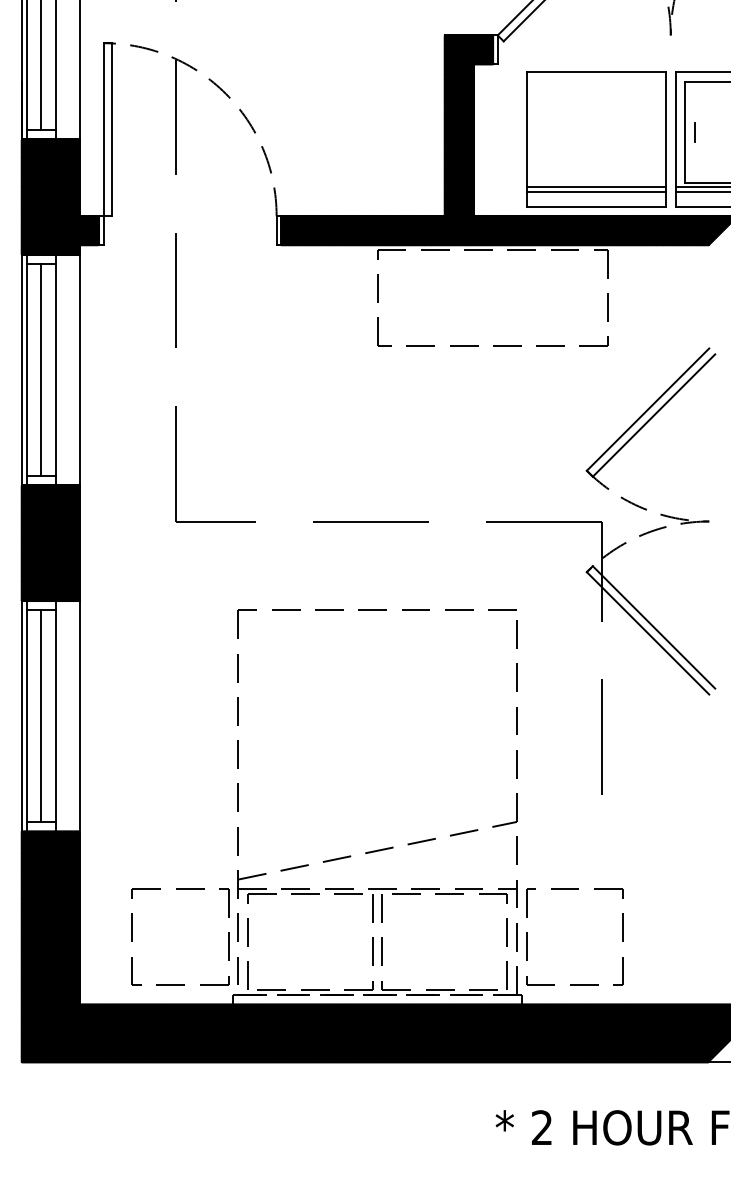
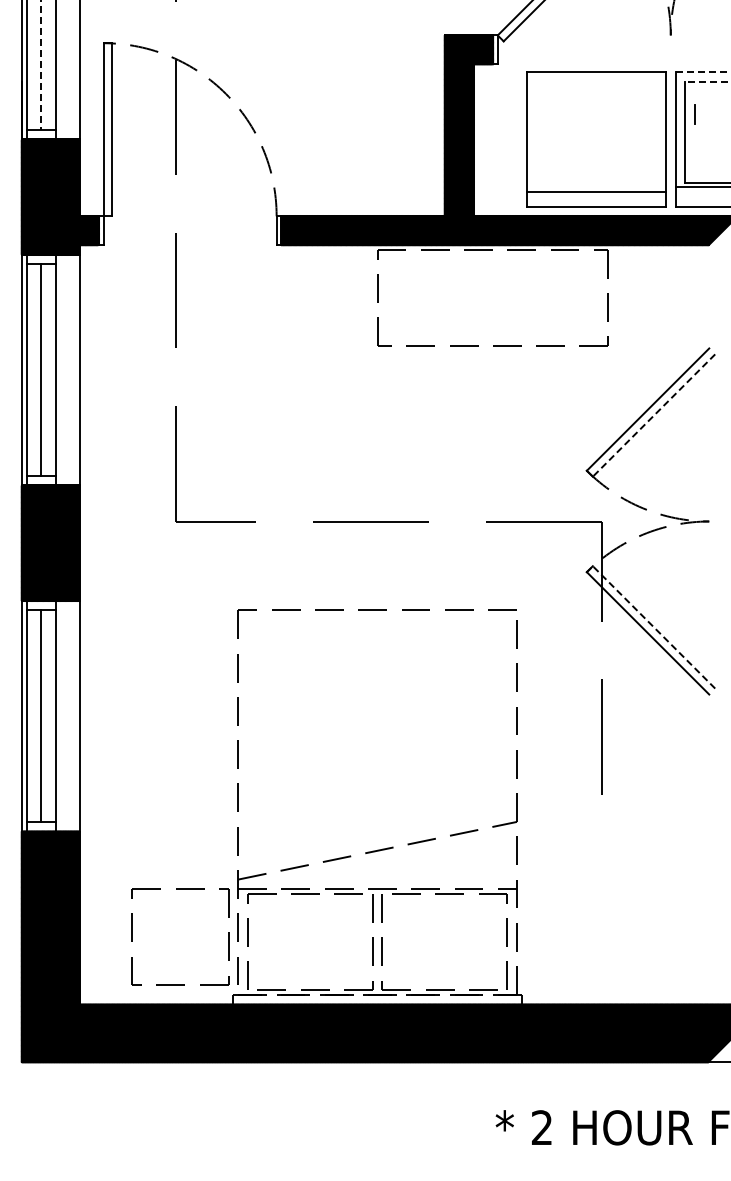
line at (41, 64): solid -> dashed
line at (702, 72): solid -> dashed
line at (708, 81): solid -> dashed
line at (694, 132) position: (694, 132) -> (694, 114)
line at (595, 187): present -> none
line at (701, 192): present -> none
line at (654, 415): solid -> dashed
line at (654, 627): solid -> dashed
part at (574, 889): present -> none
